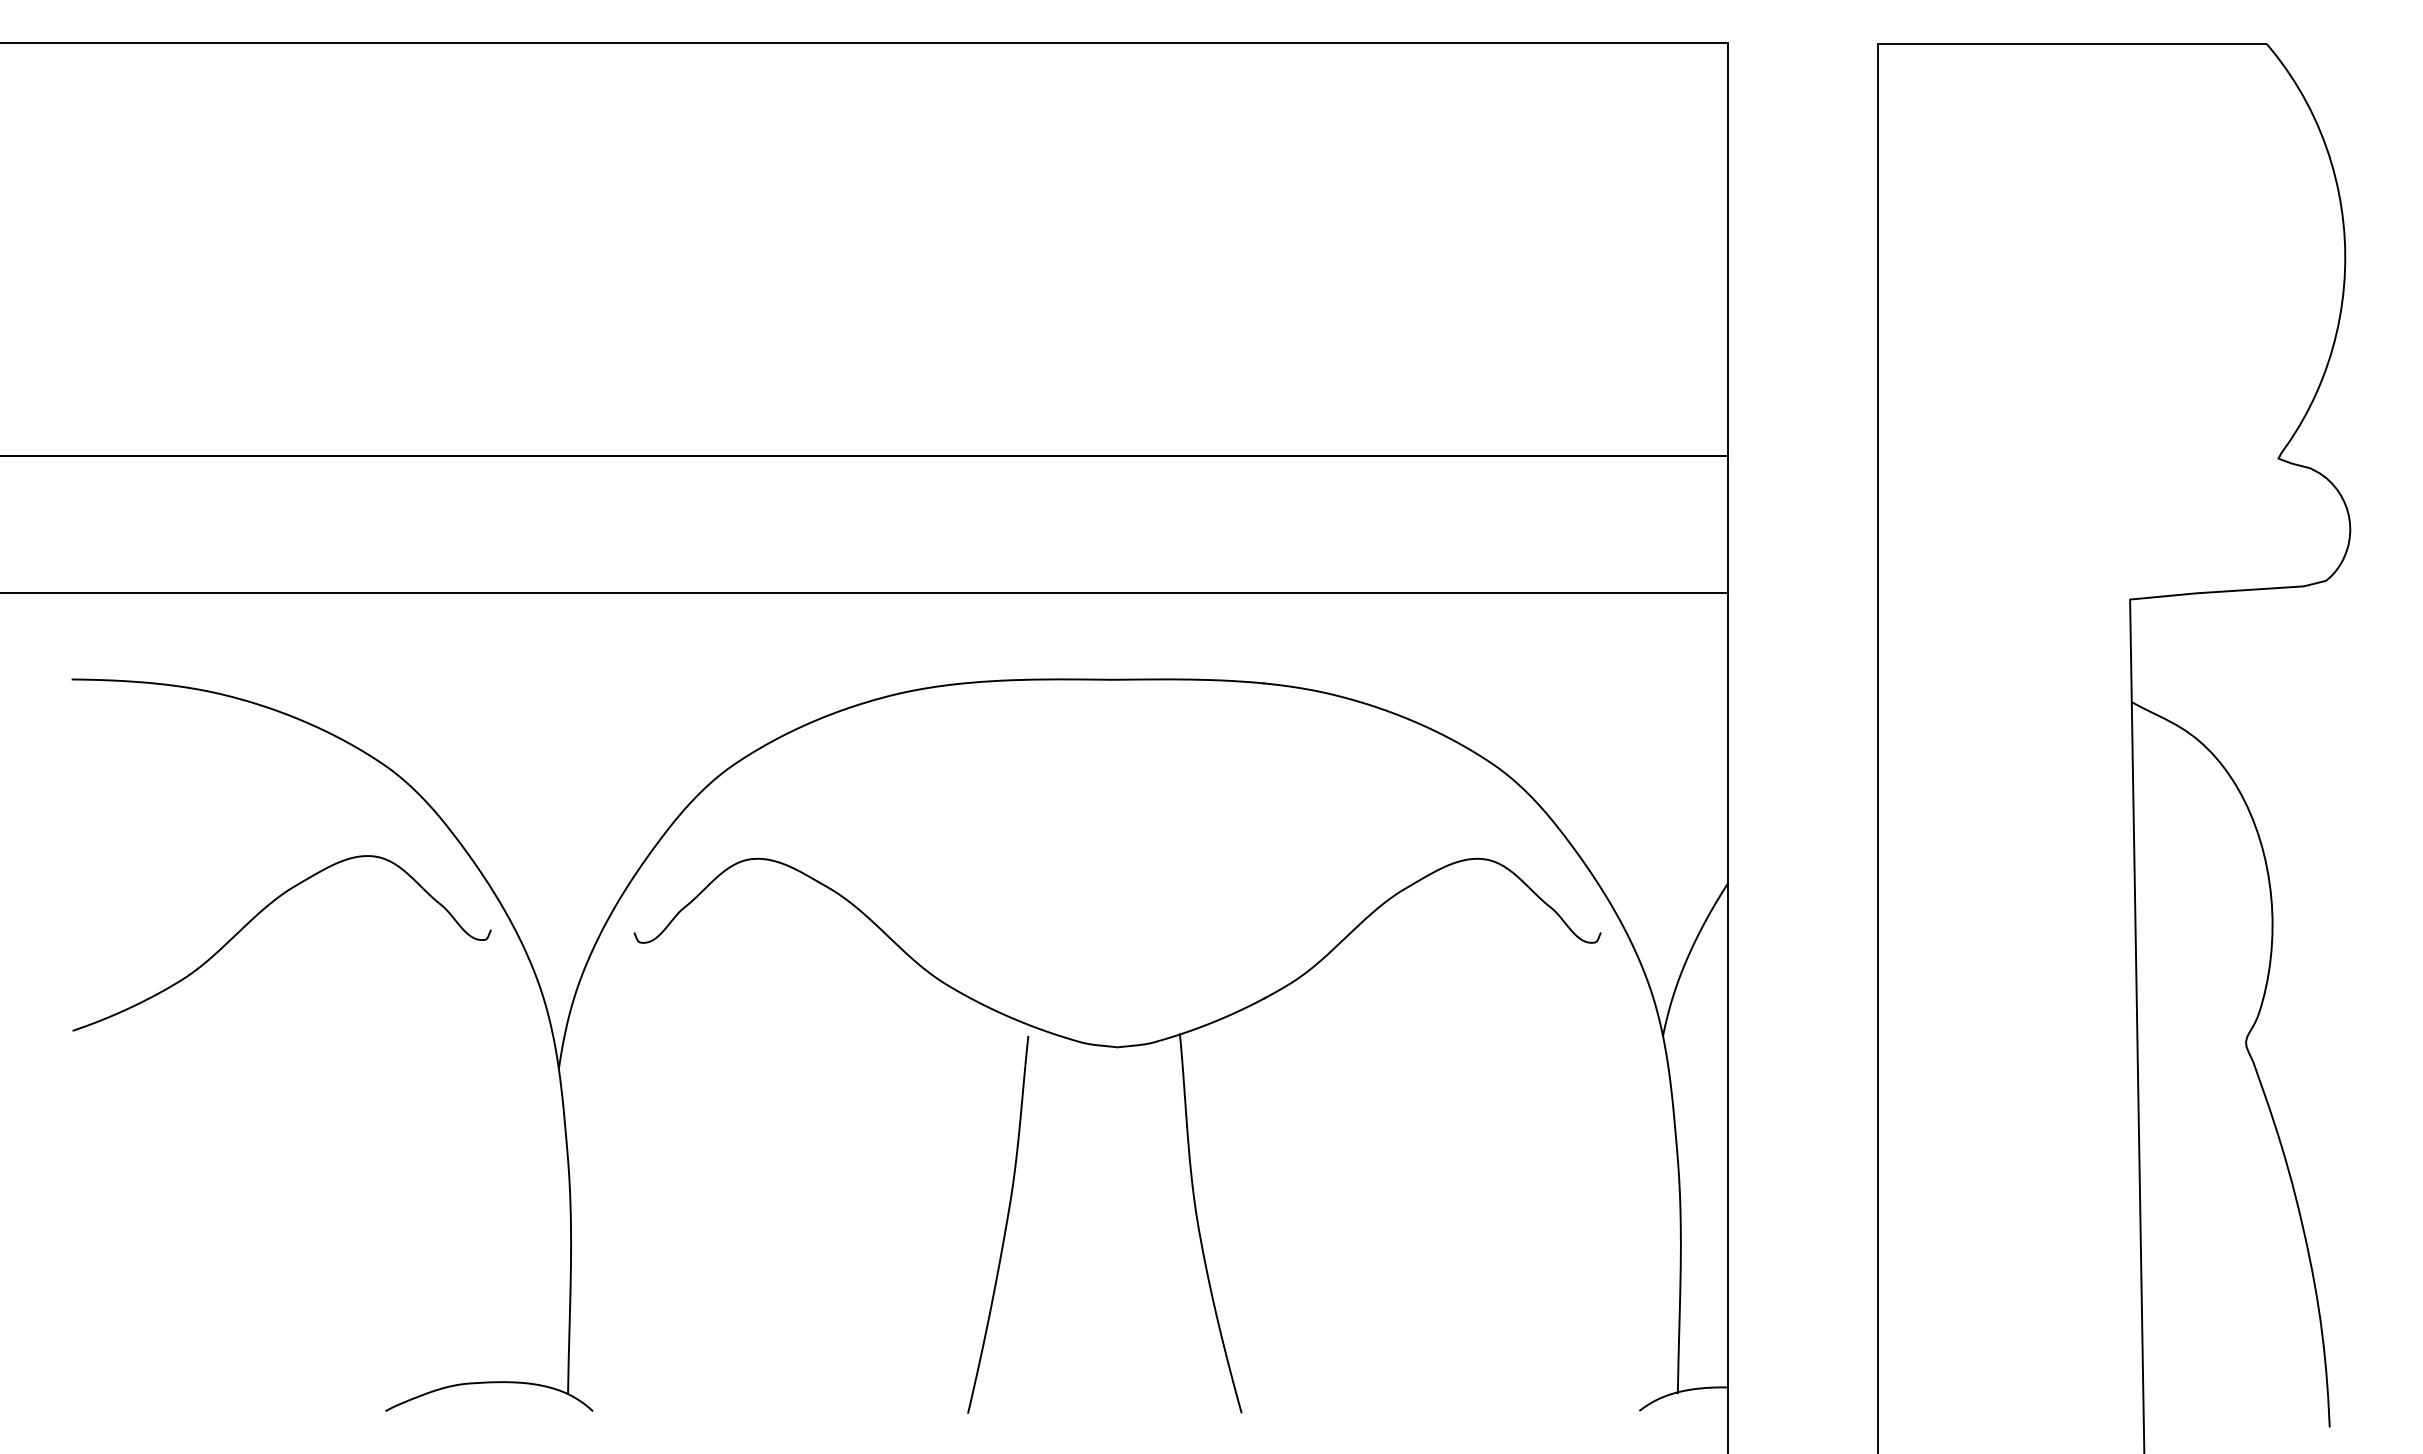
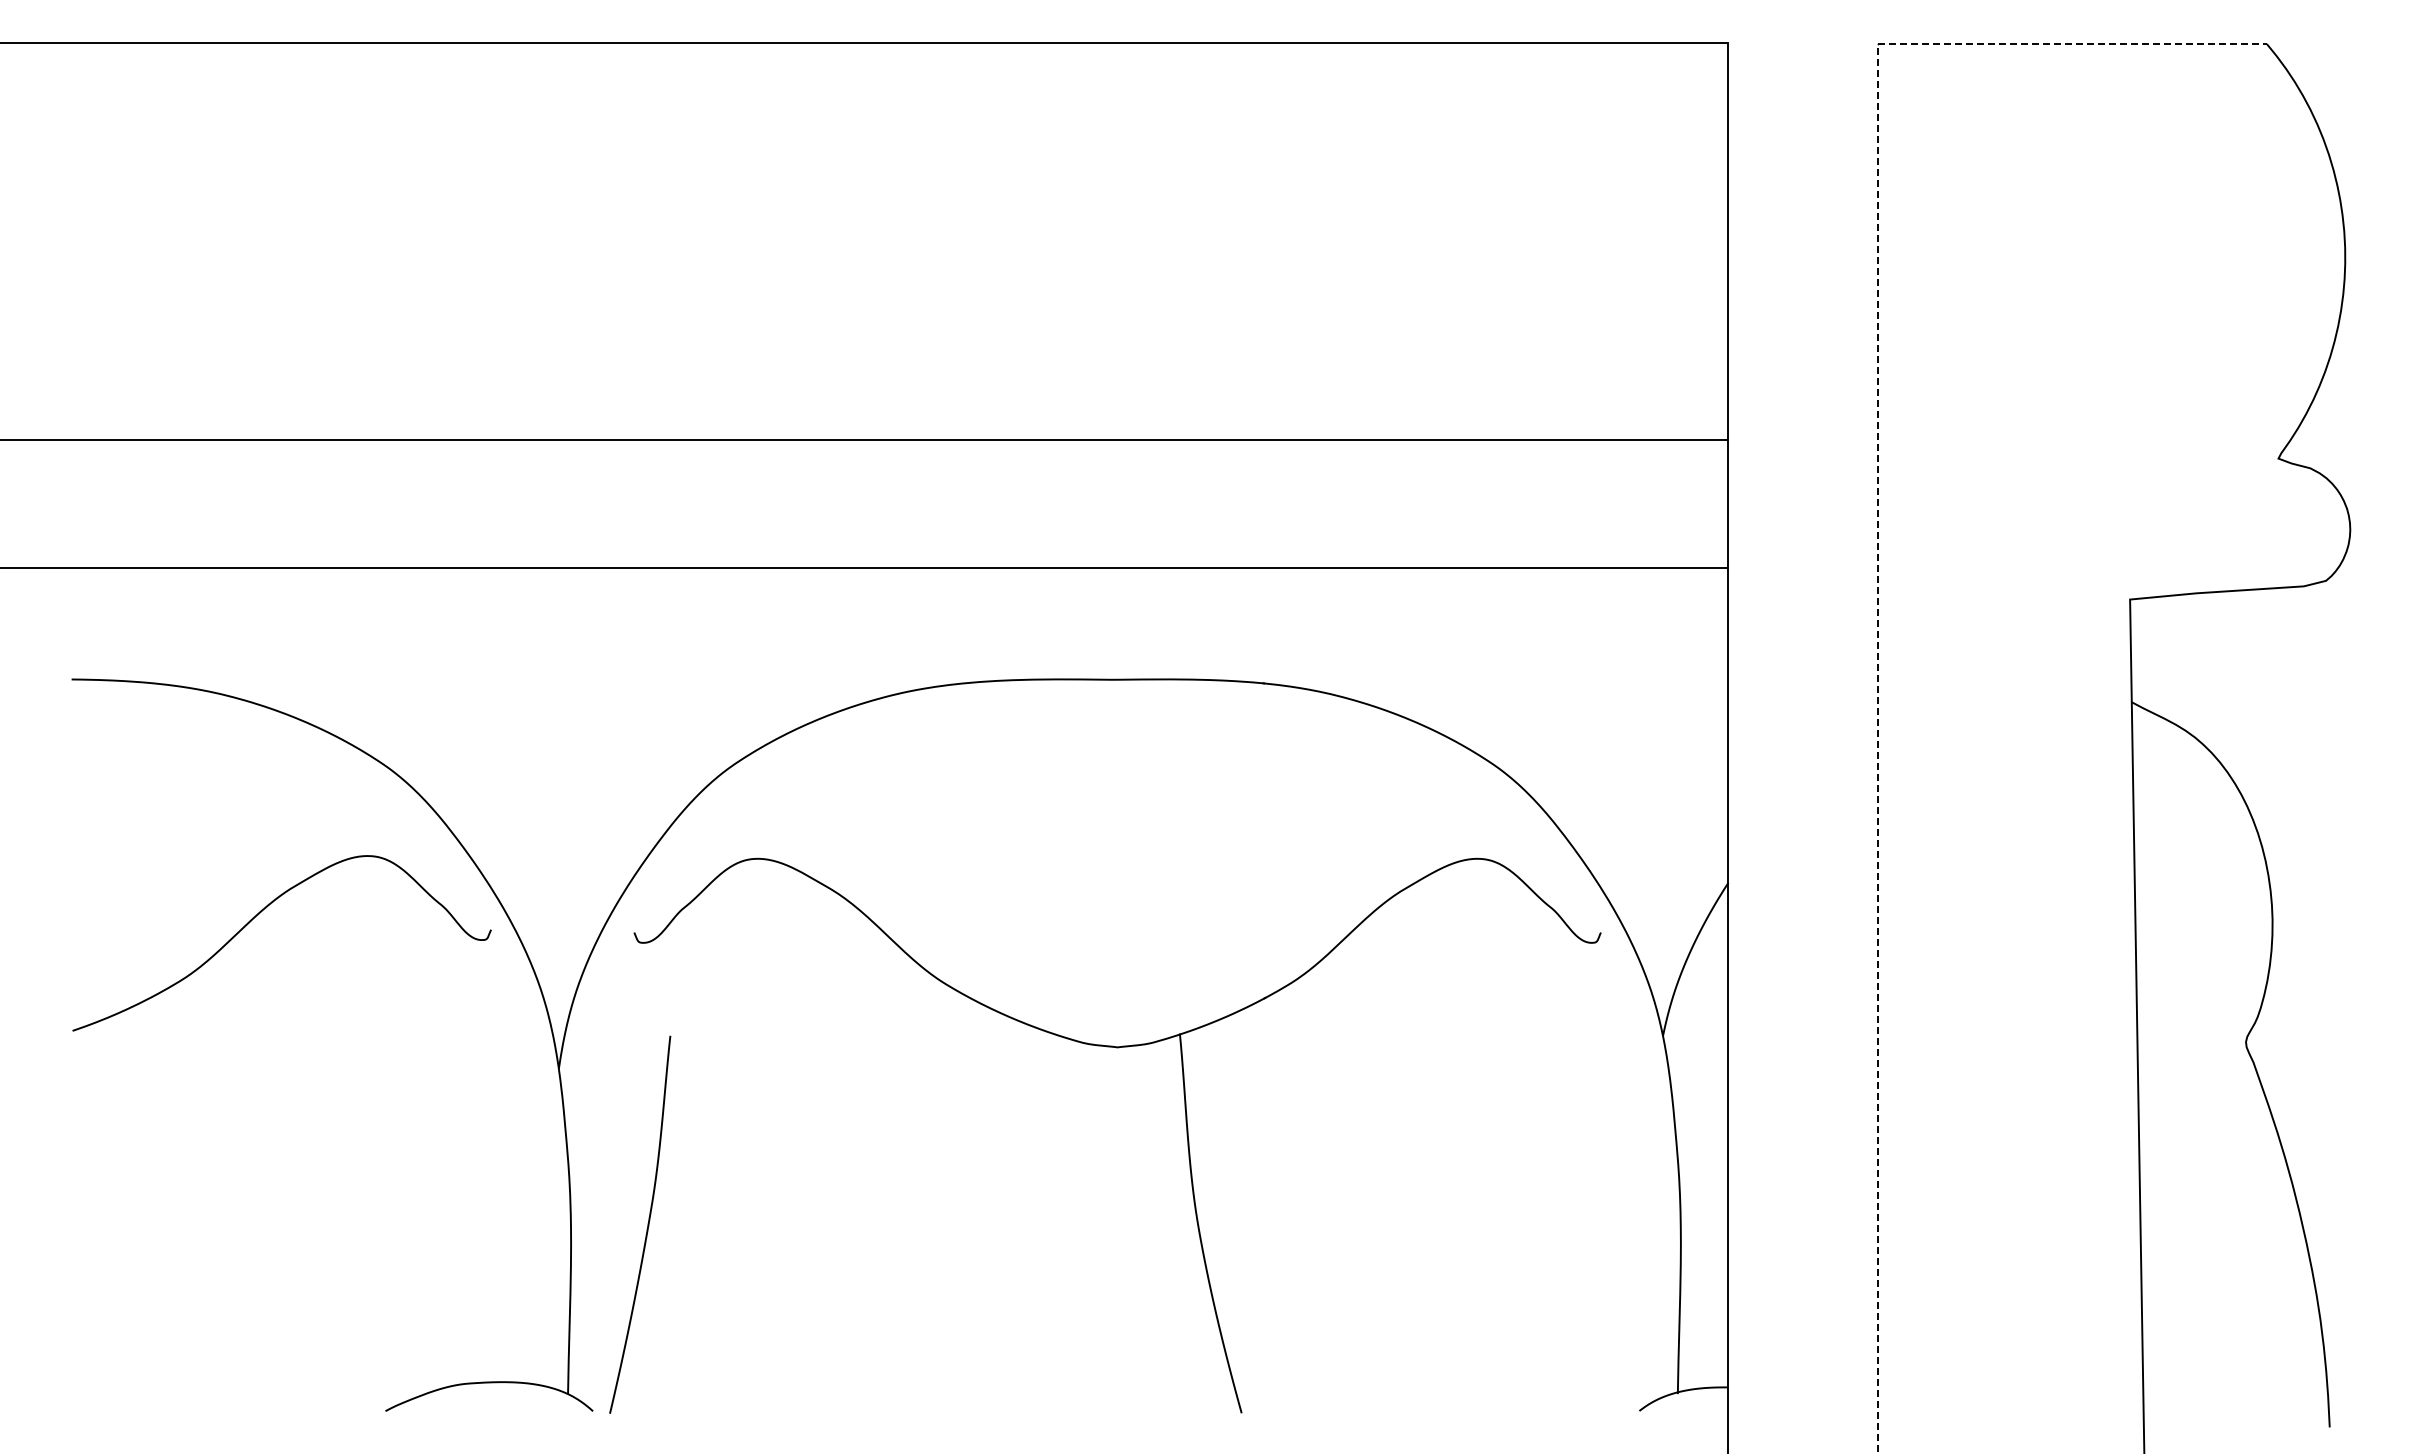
line at (865, 456) position: (865, 456) -> (865, 440)
line at (1877, 553): solid -> dashed
line at (865, 592) position: (865, 592) -> (865, 567)
curve at (1005, 1224) position: (1005, 1224) -> (647, 1224)
